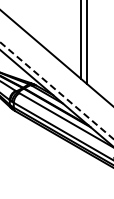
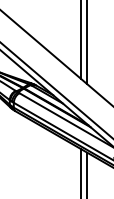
line at (57, 91): dashed -> solid
line at (81, 172): none -> present
line at (86, 173): none -> present
